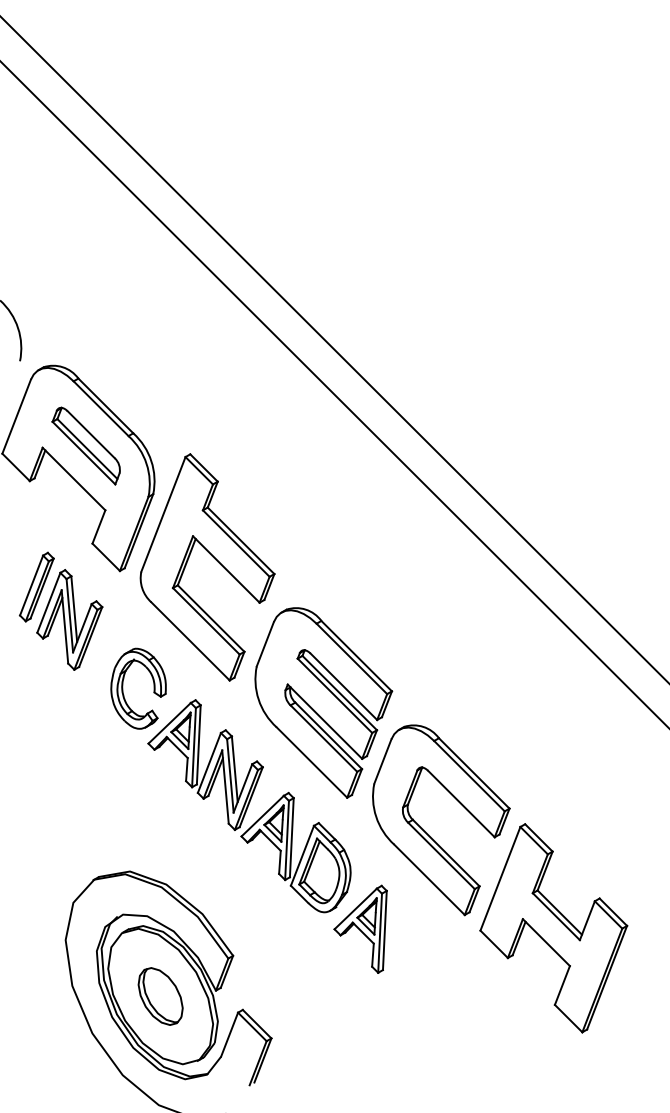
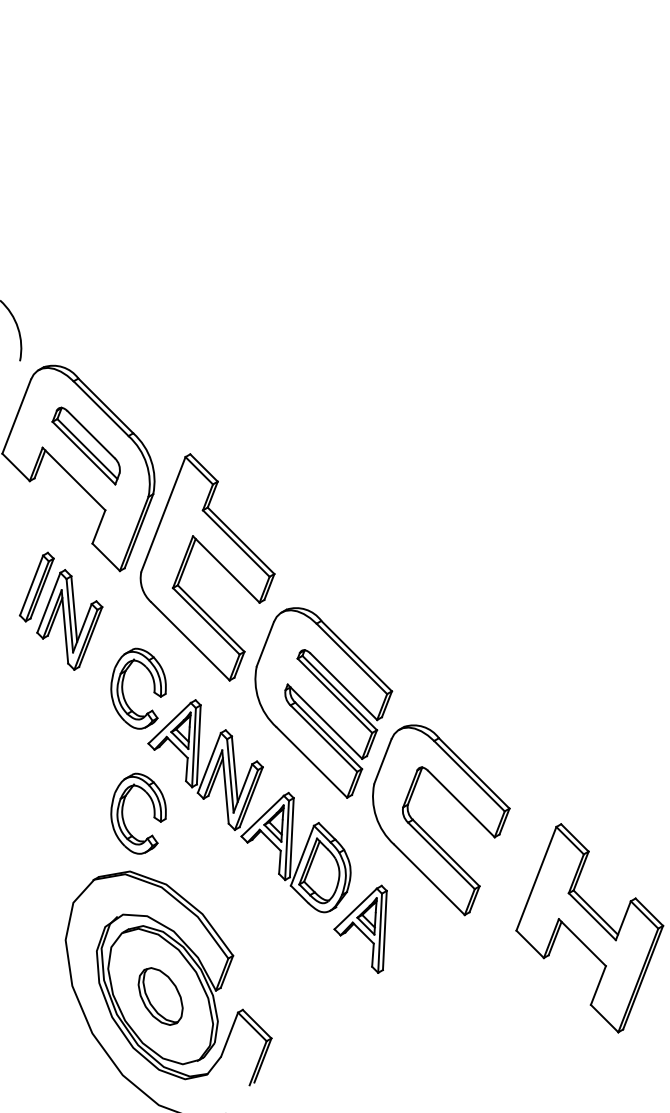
line at (334, 349): present -> none
line at (334, 394): present -> none
part at (123, 813): none -> present
part at (553, 928) position: (553, 928) -> (589, 928)
